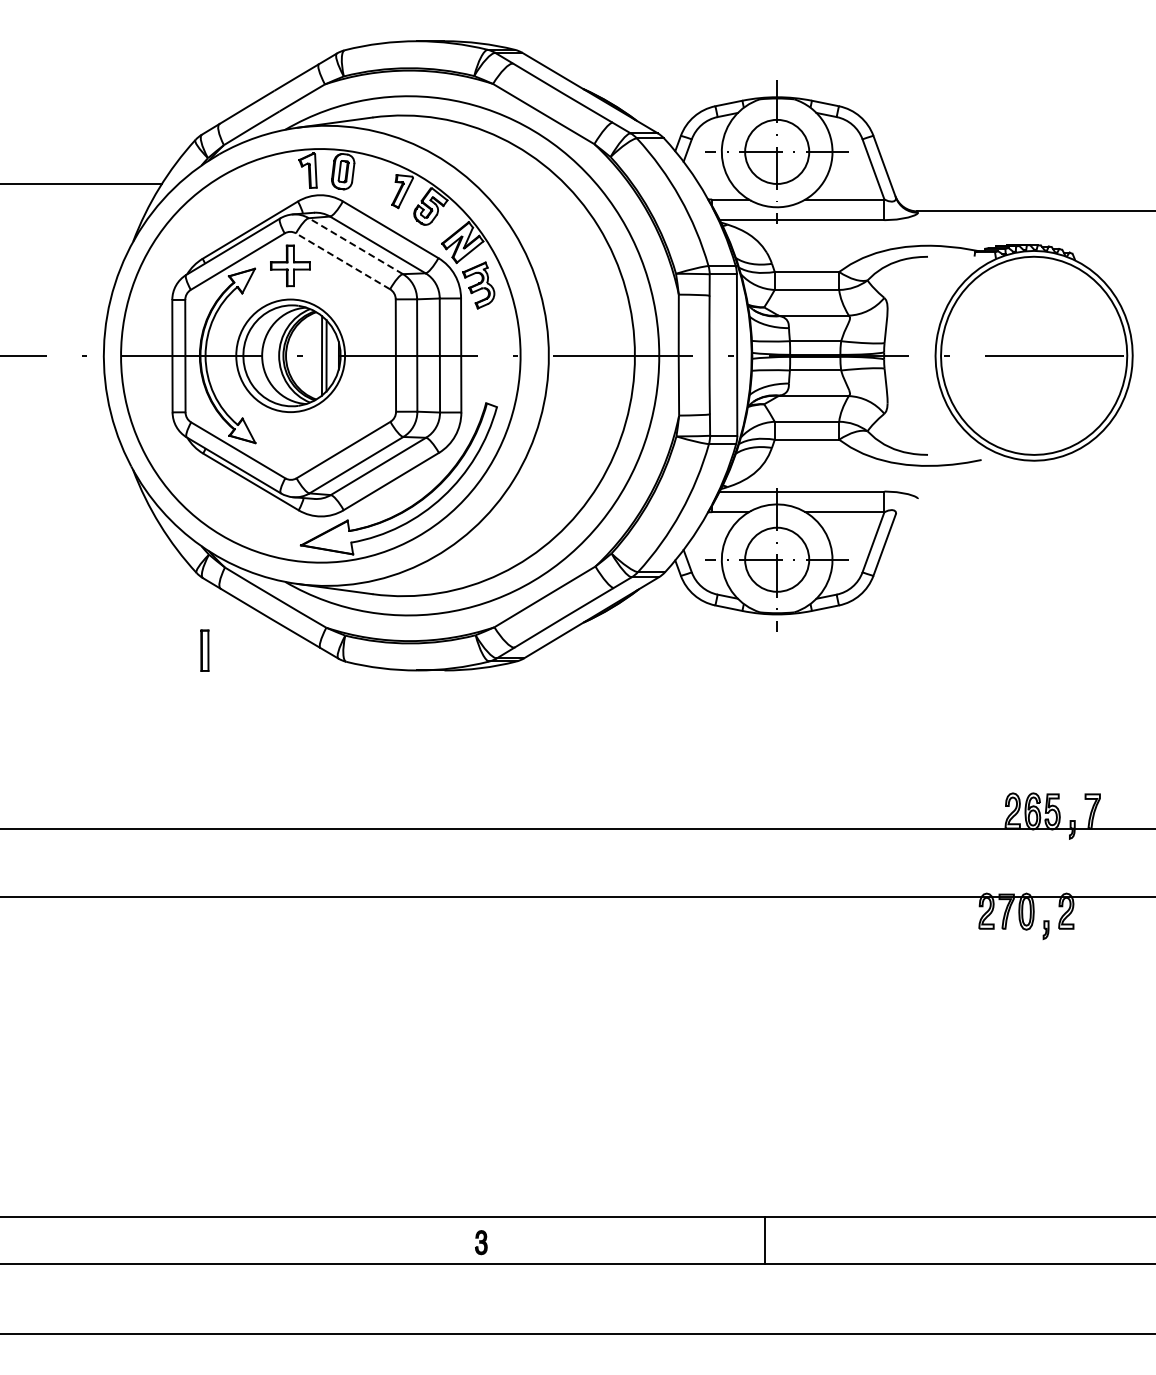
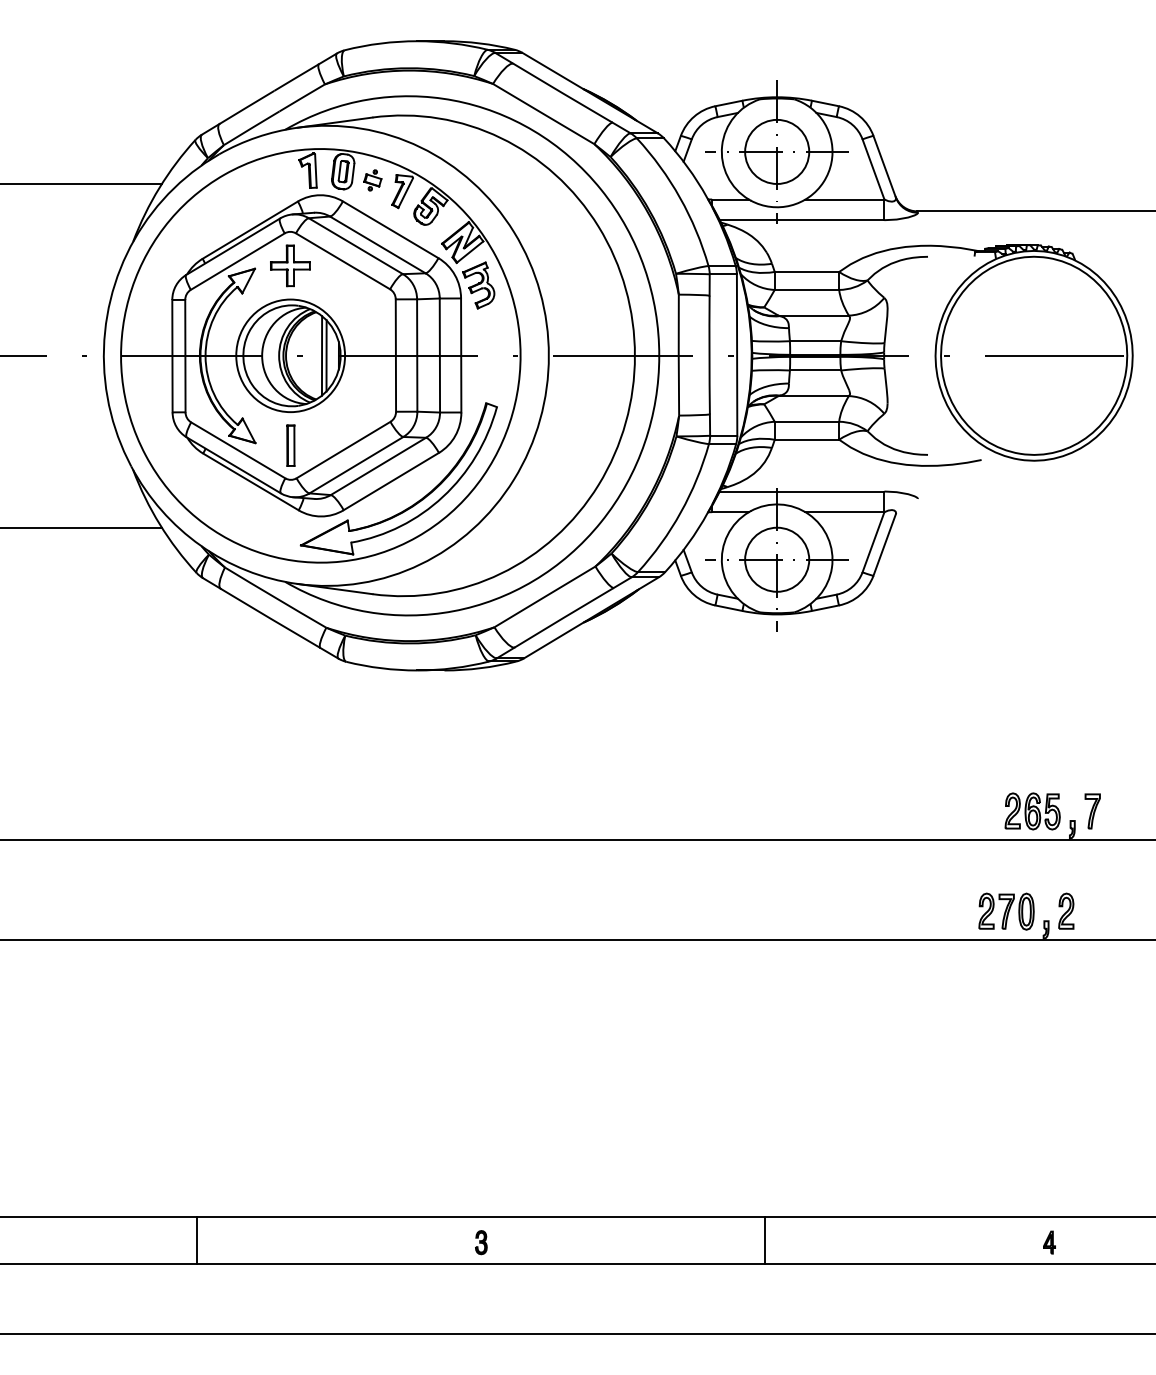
part at (372, 180): none -> present
line at (355, 246): dashed -> solid
line at (343, 261): dashed -> solid
line at (81, 527): none -> present
part at (204, 650) position: (204, 650) -> (290, 445)
line at (577, 829) position: (577, 829) -> (577, 840)
line at (577, 897) position: (577, 897) -> (577, 940)
line at (197, 1240): none -> present
part at (1049, 1242): none -> present
